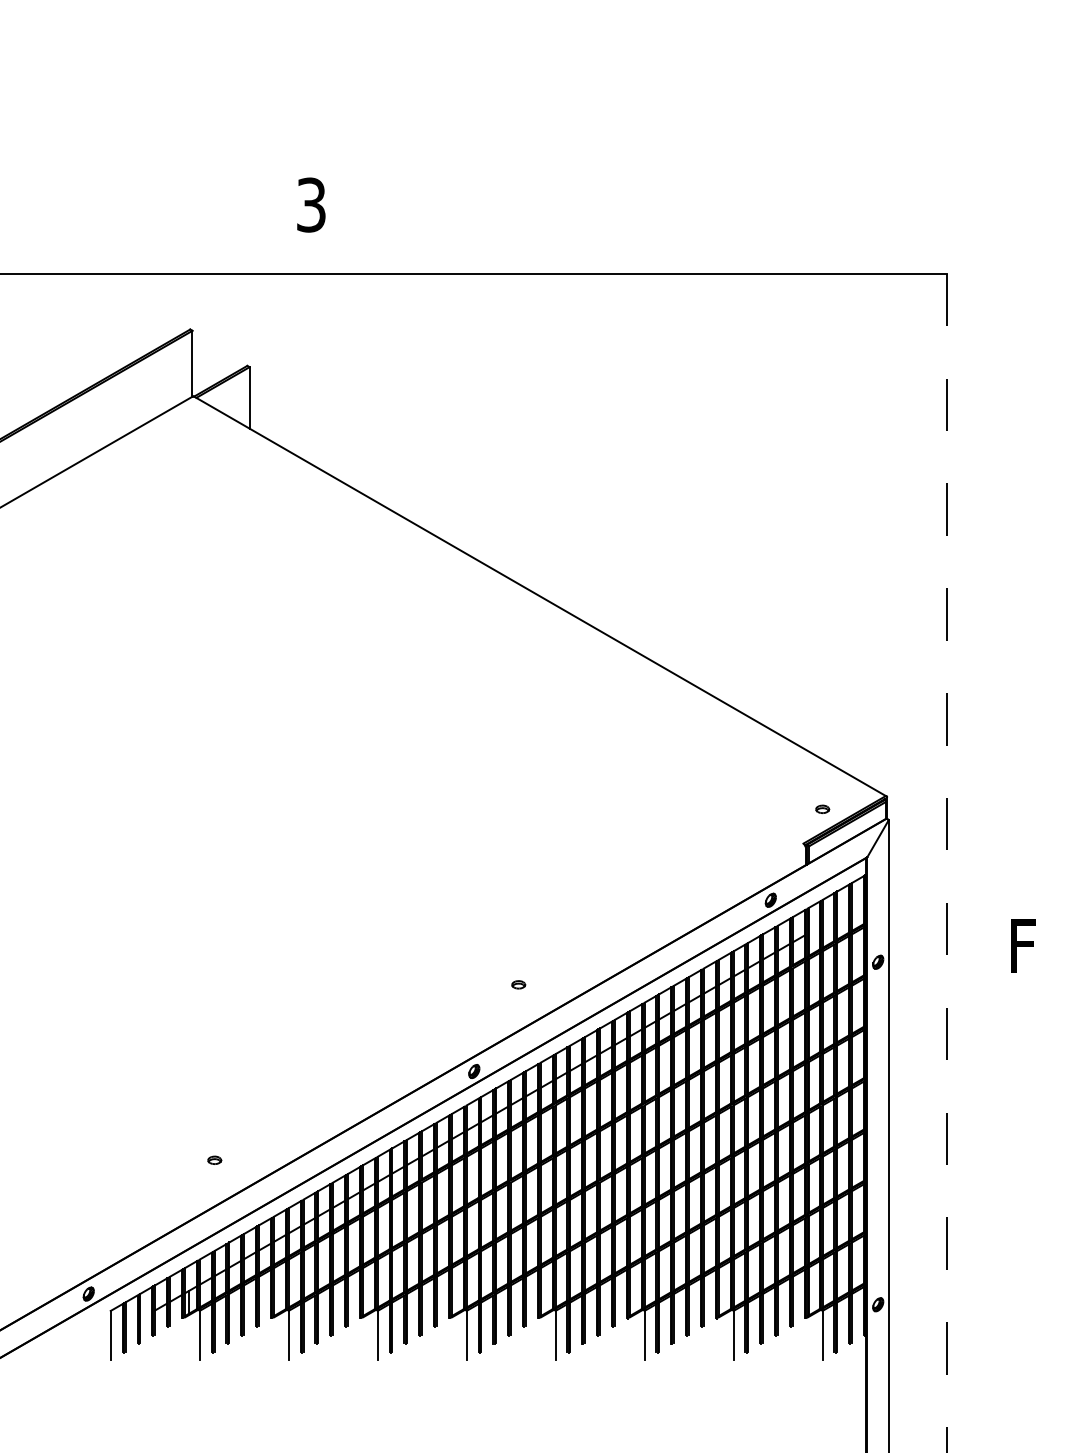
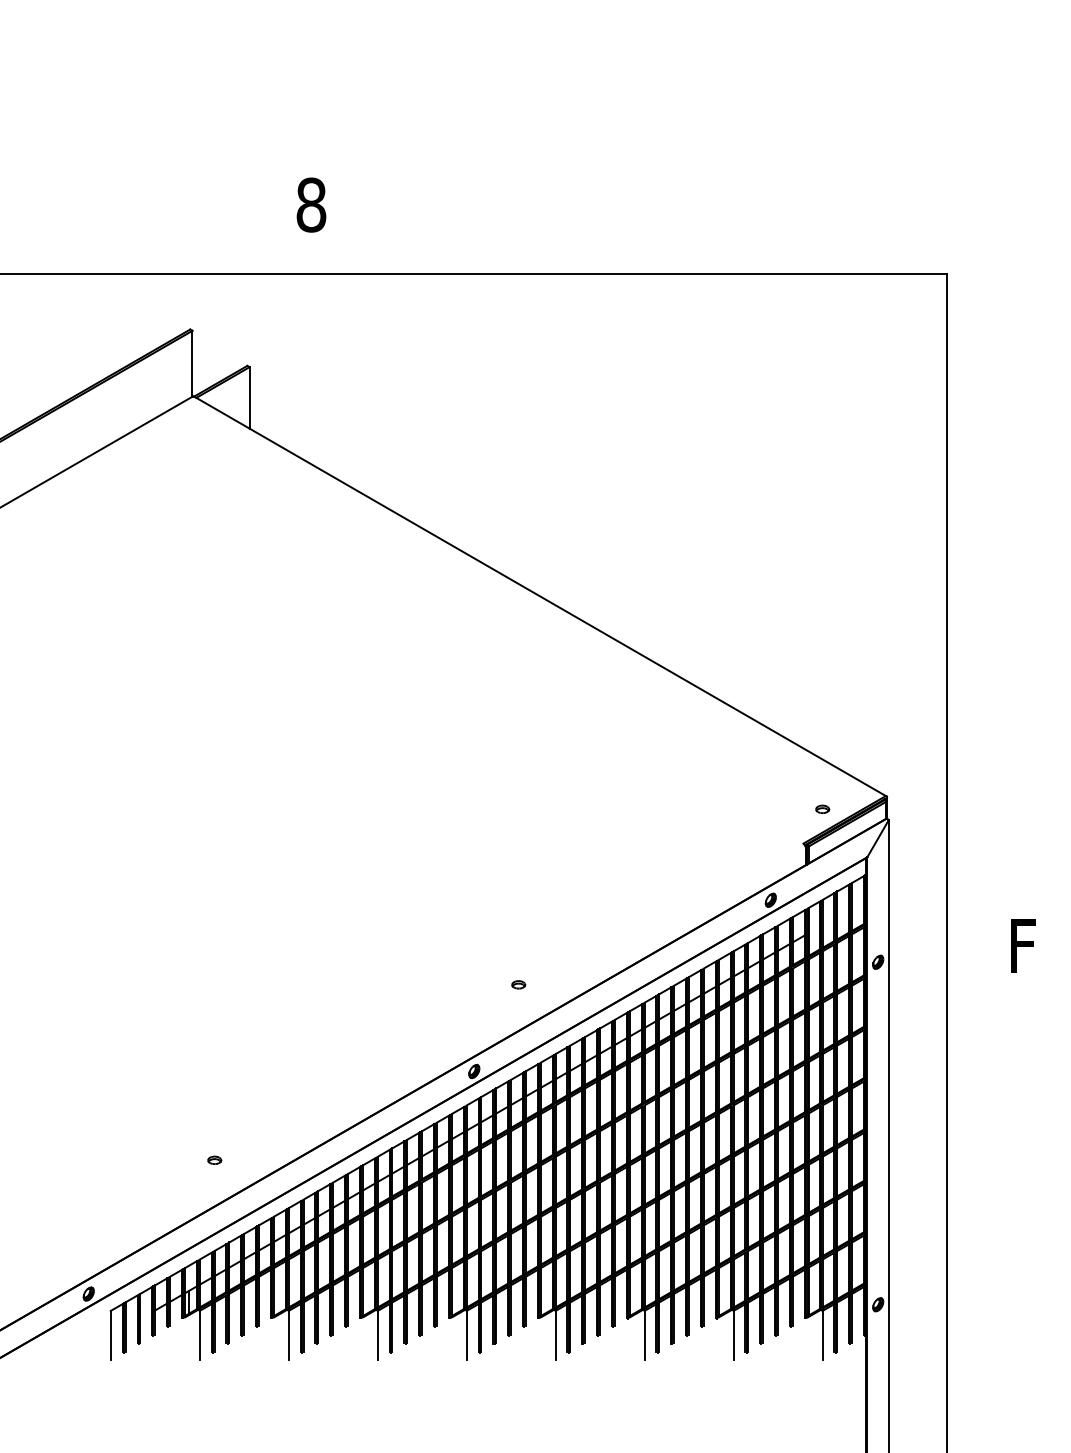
text at (311, 204): 3 -> 8
line at (946, 863): dashed -> solid
